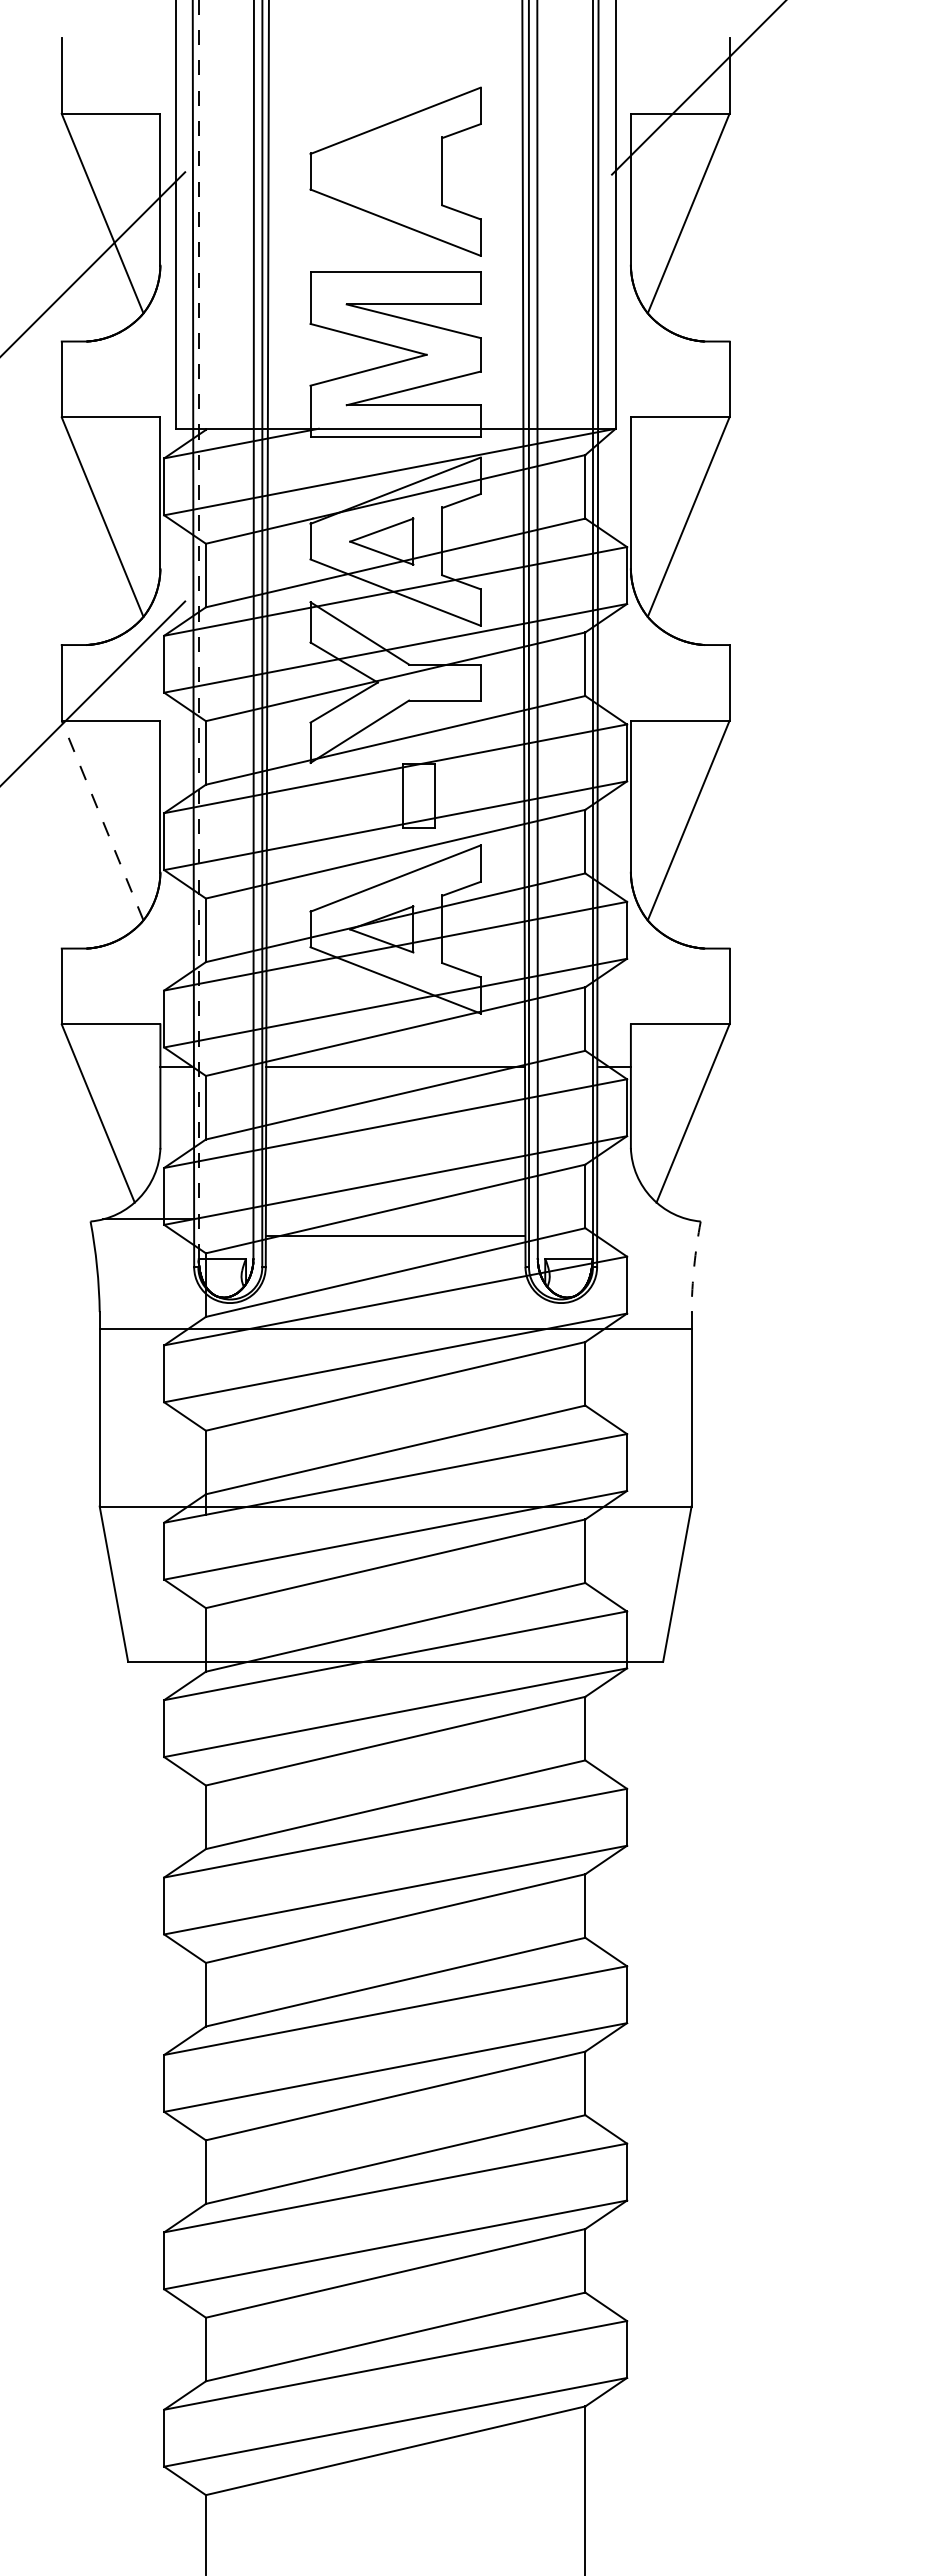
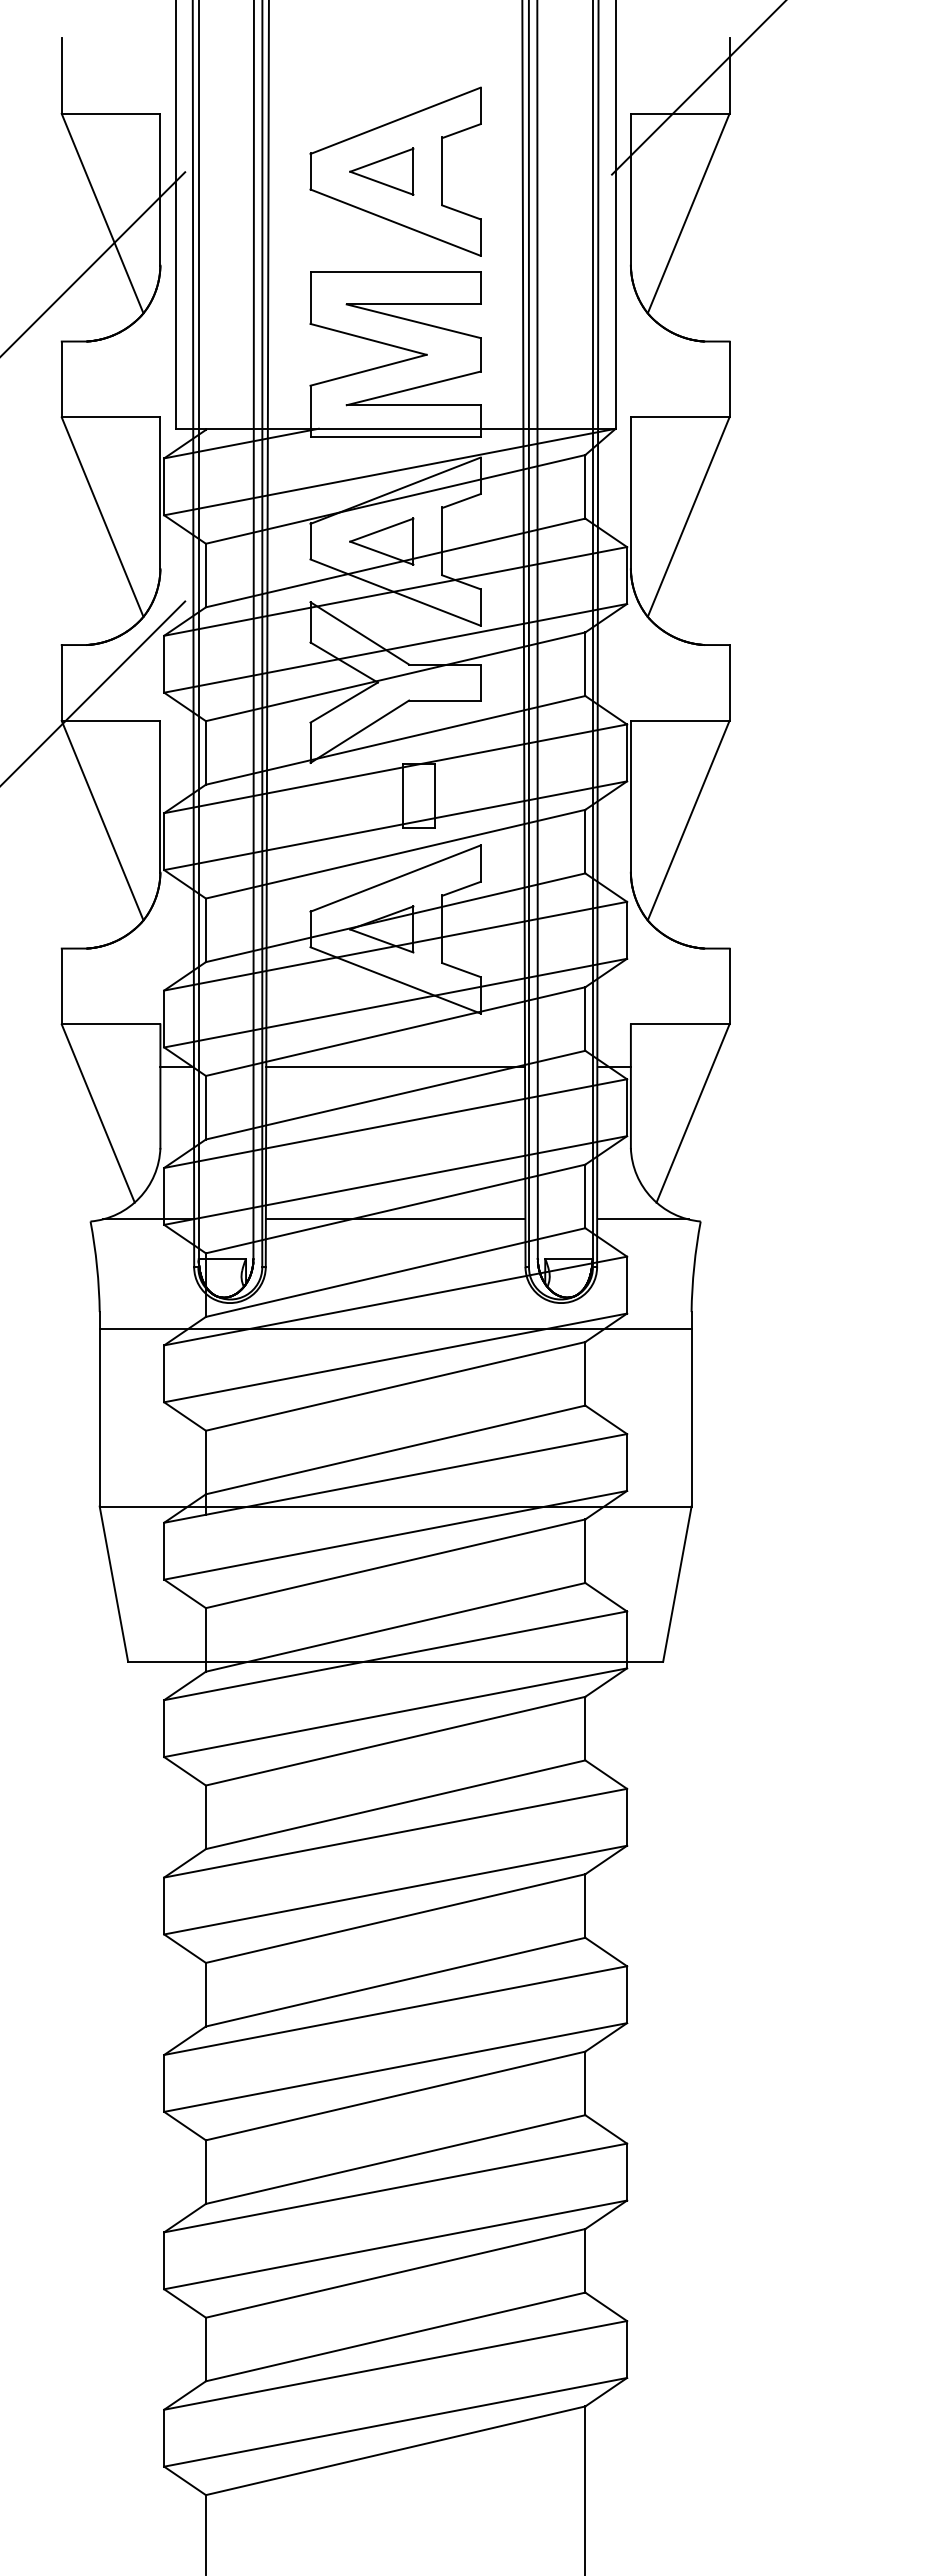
part at (381, 171): none -> present
line at (198, 629): dashed -> solid
line at (102, 820): dashed -> solid
line at (642, 1219): none -> present
line at (395, 1236) position: (395, 1236) -> (395, 1219)
arc at (694, 1266): dashed -> solid
